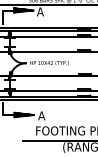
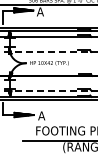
line at (45, 51): solid -> dashed
line at (45, 90): solid -> dashed
